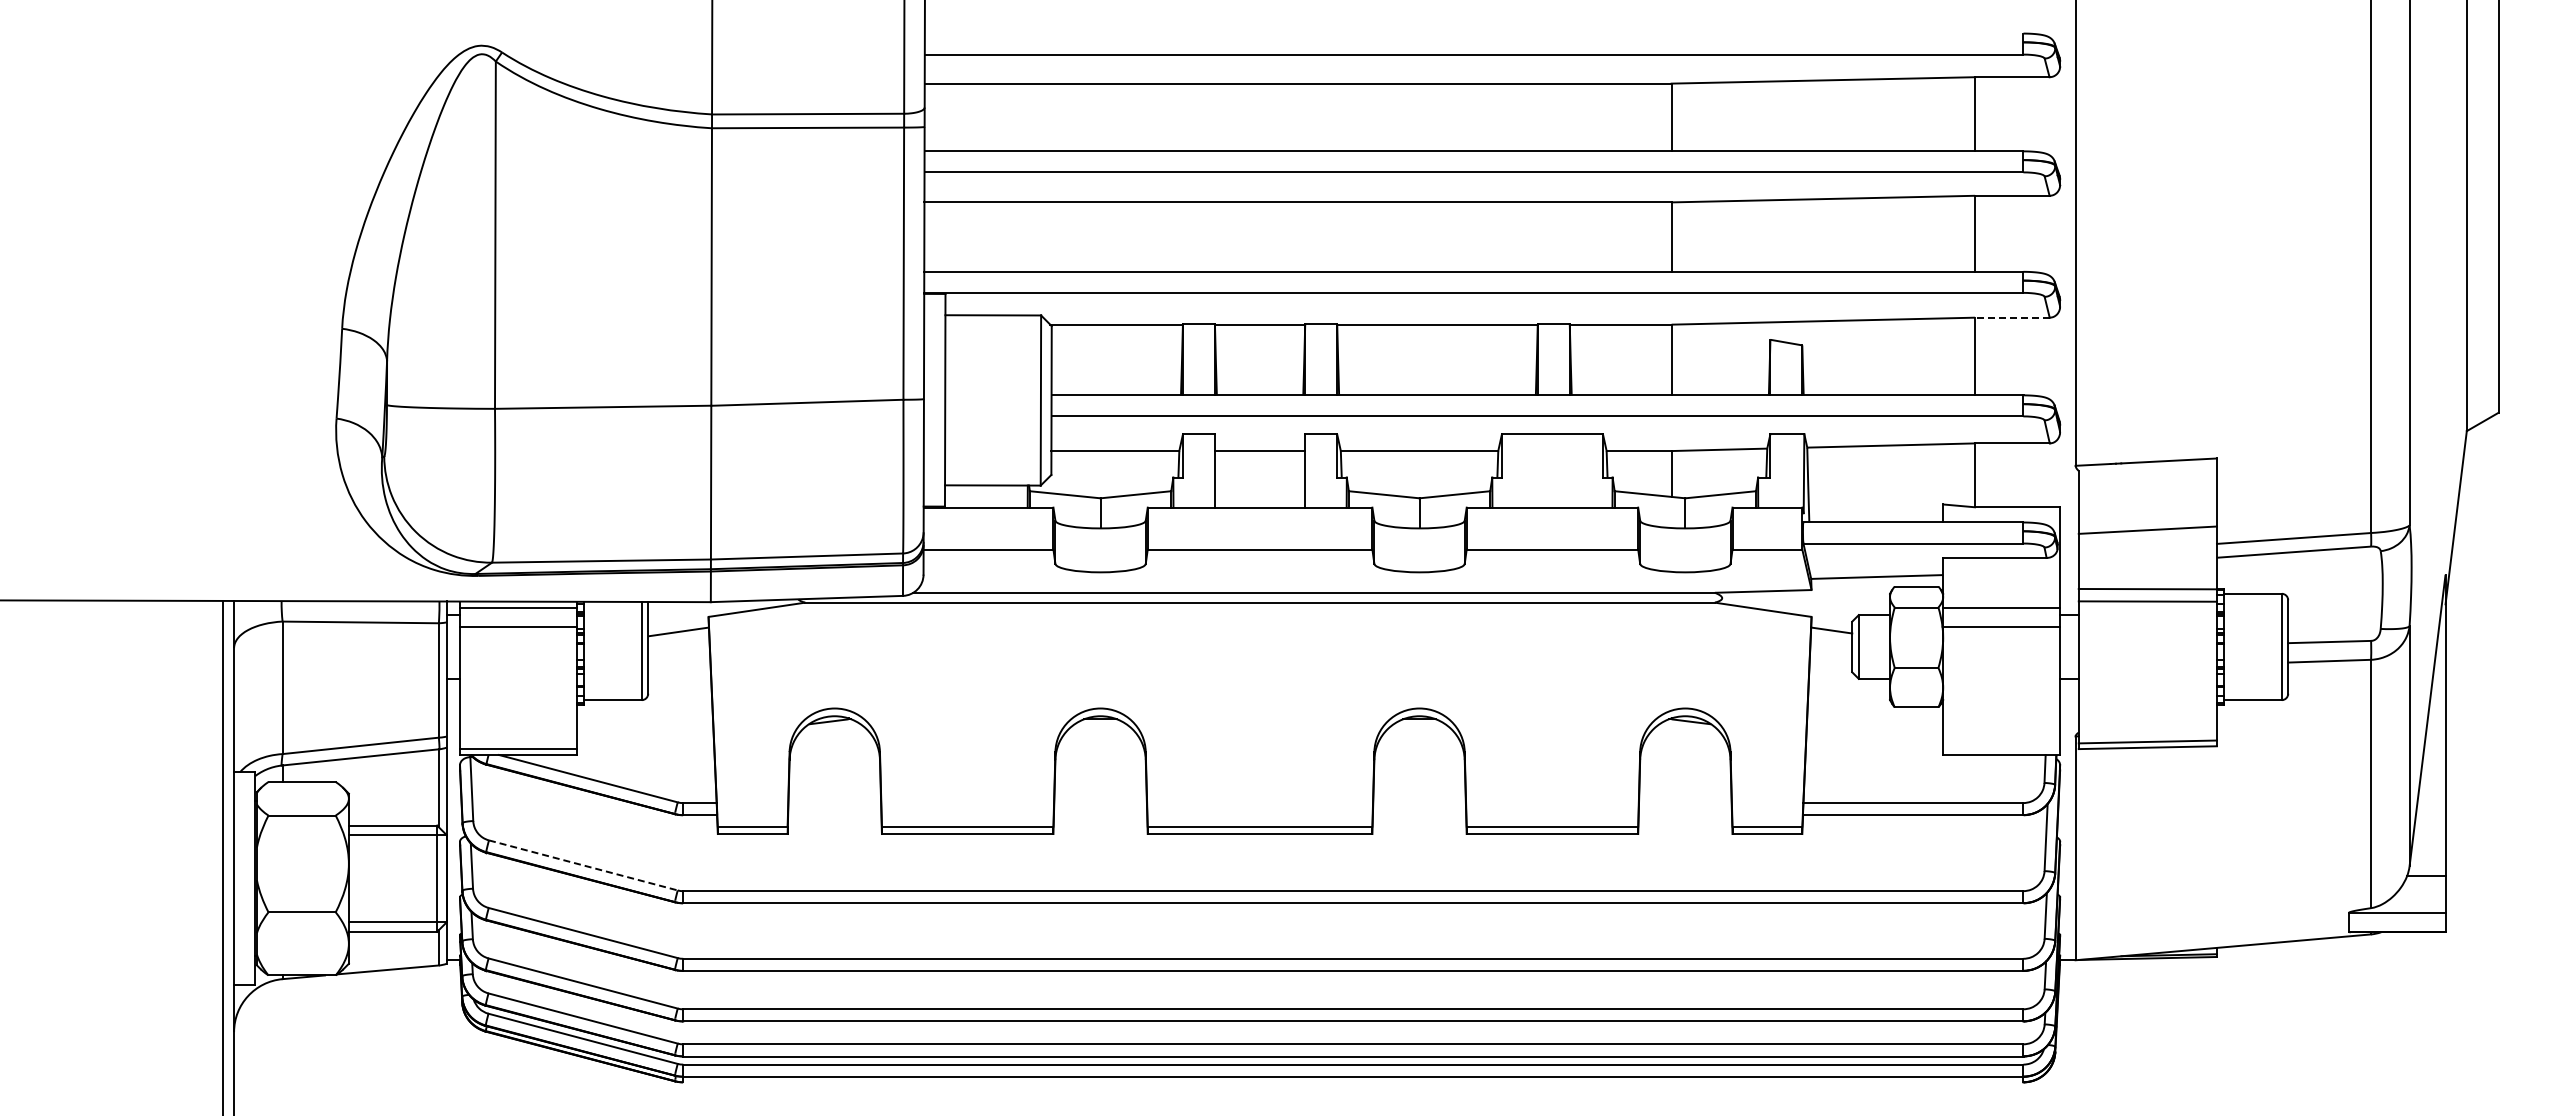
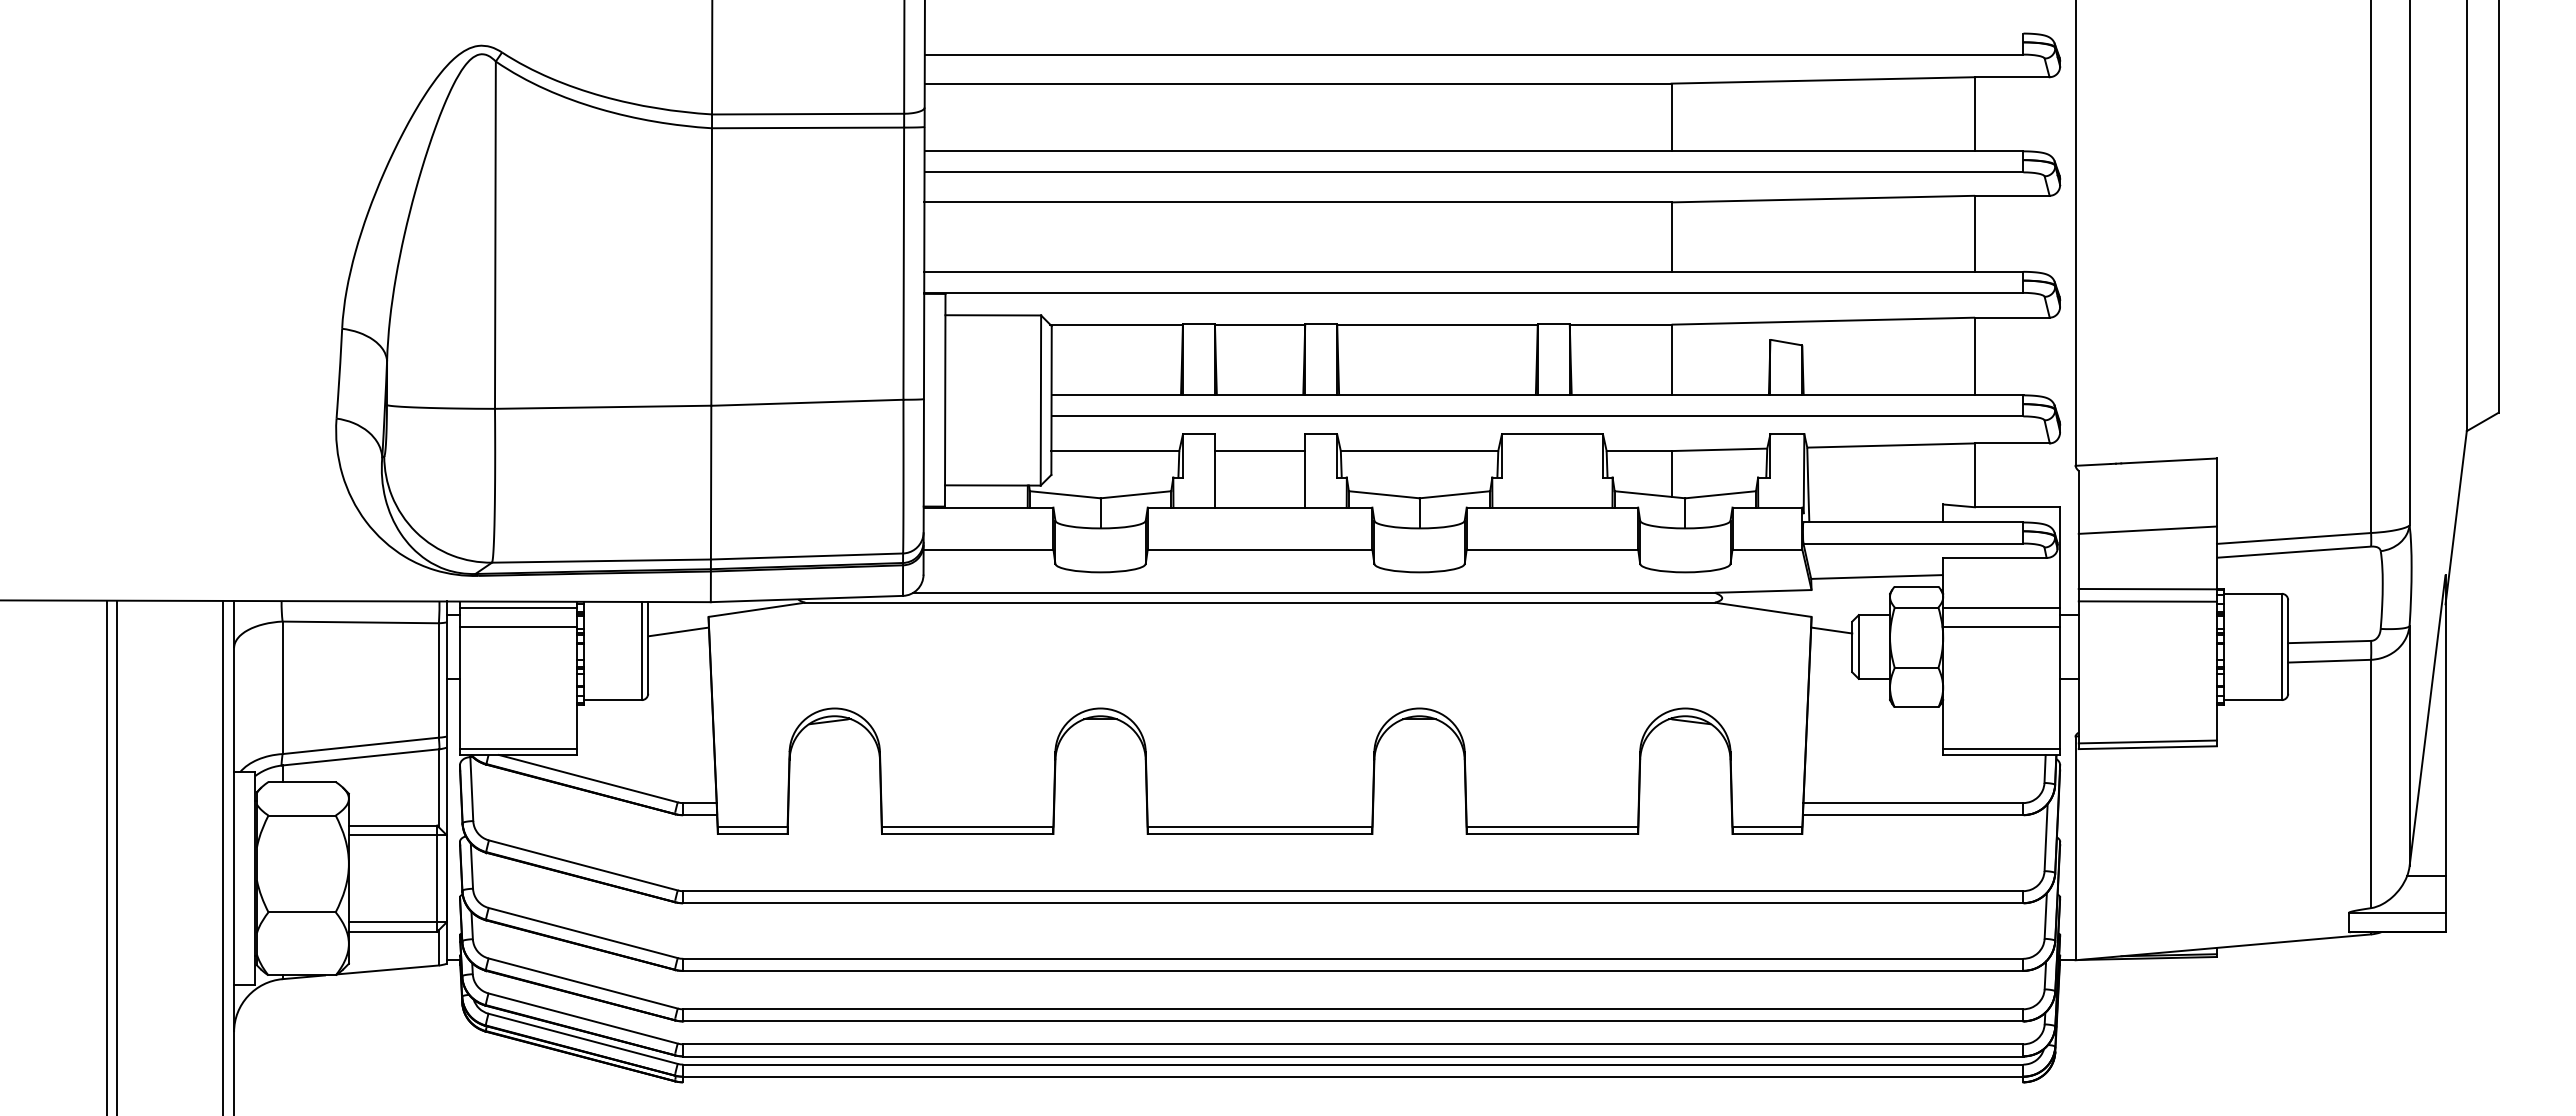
line at (2011, 317): dashed -> solid
line at (2001, 749): none -> present
line at (106, 856): none -> present
line at (117, 856): none -> present
line at (583, 865): dashed -> solid
